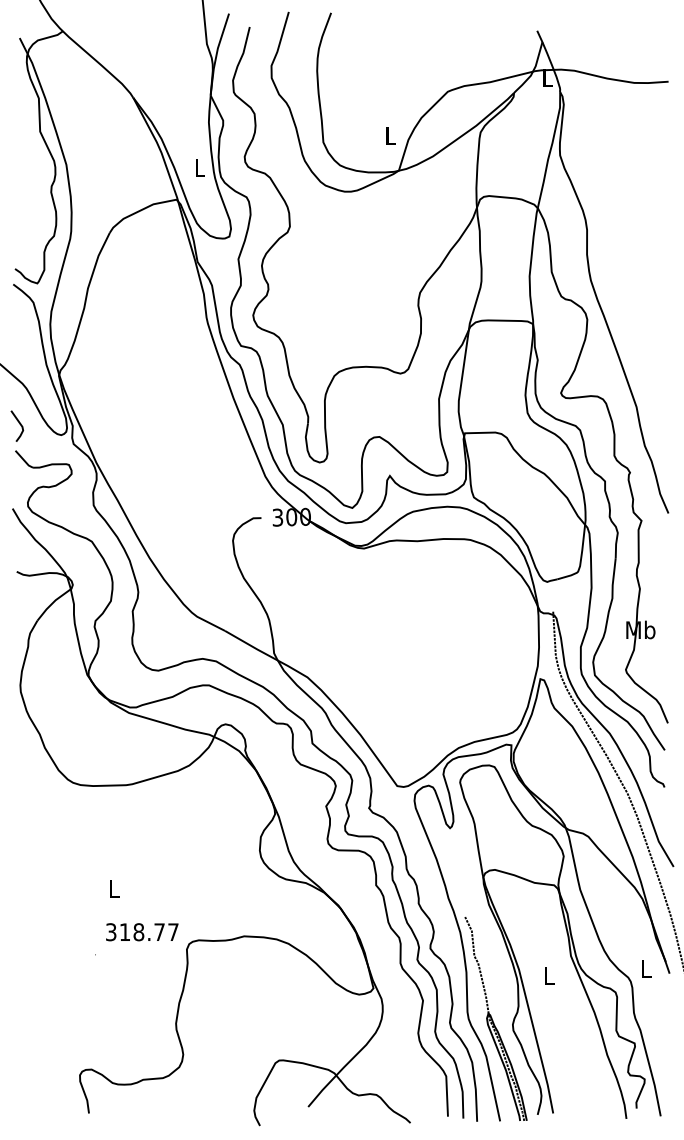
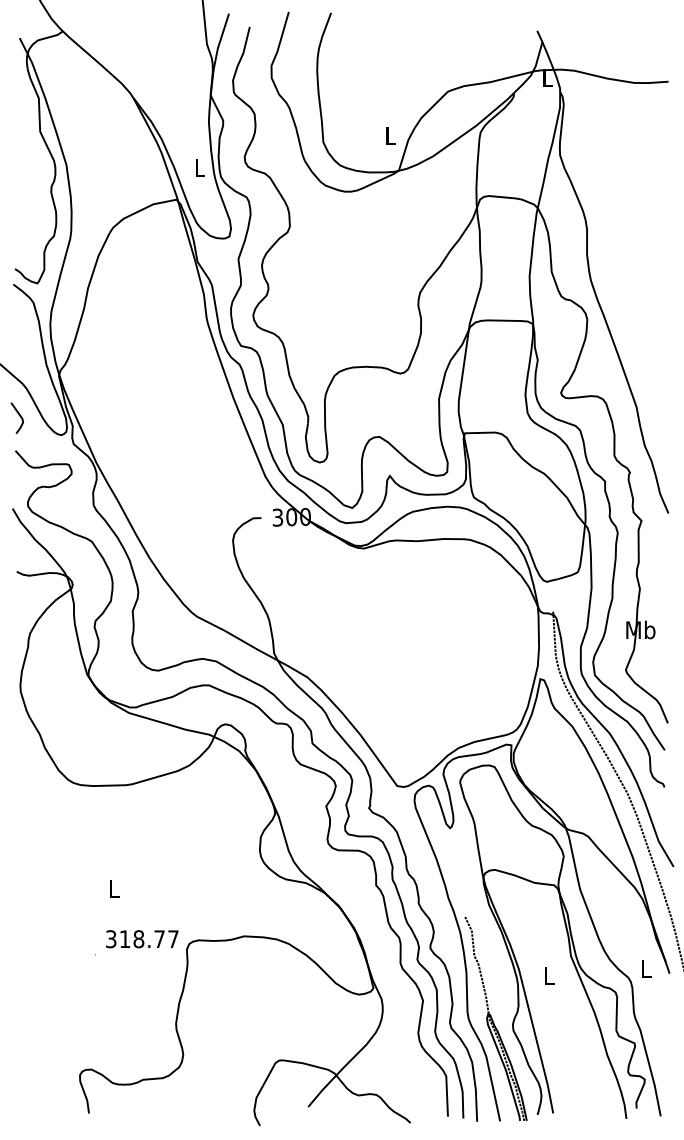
line at (18, 423) position: (18, 423) -> (18, 415)
text at (142, 932) position: (142, 932) -> (142, 939)
